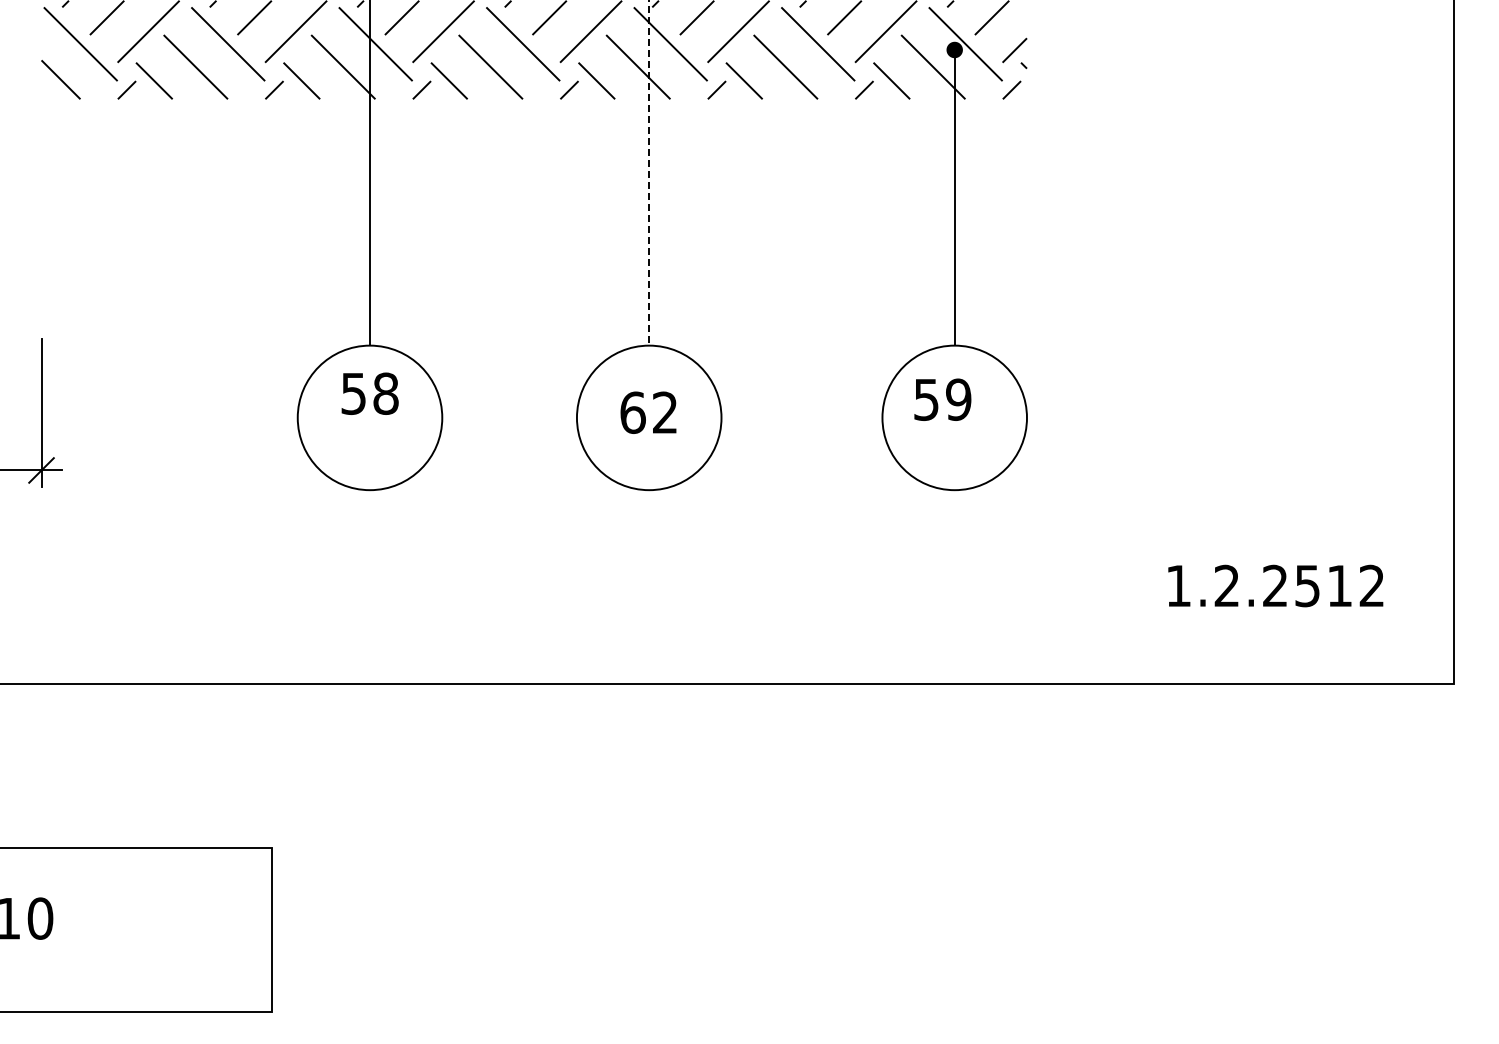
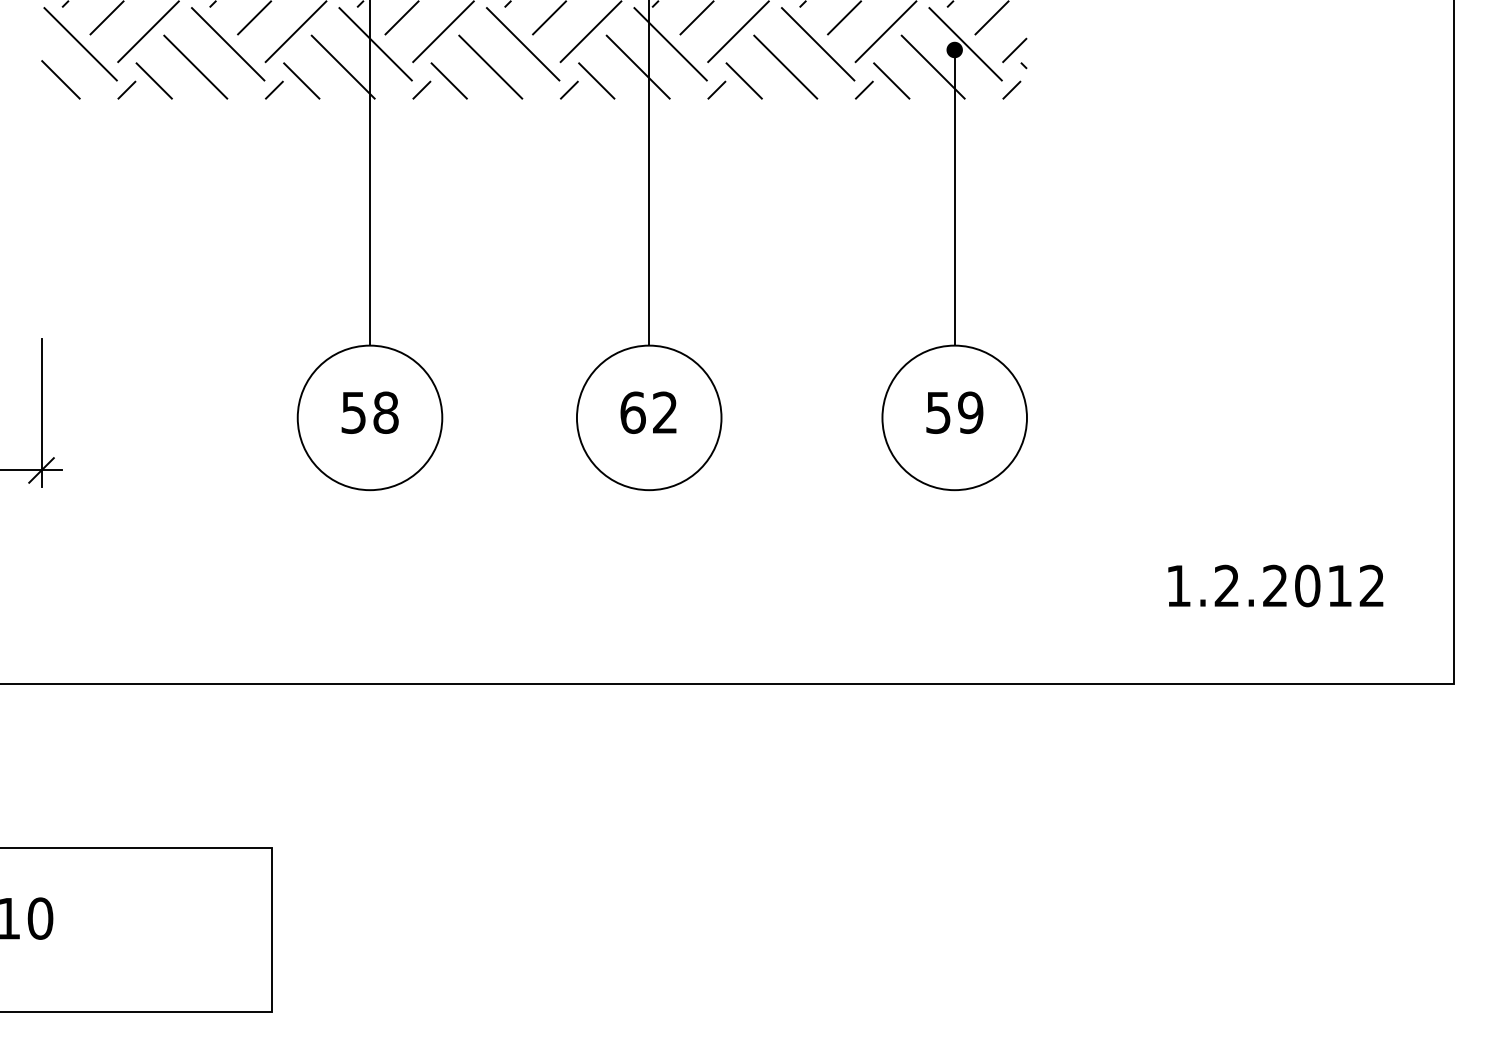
line at (649, 173): dashed -> solid
text at (369, 393) position: (369, 393) -> (369, 412)
text at (942, 399) position: (942, 399) -> (954, 412)
text at (1307, 585): 1.2.2512 -> 1.2.2012
